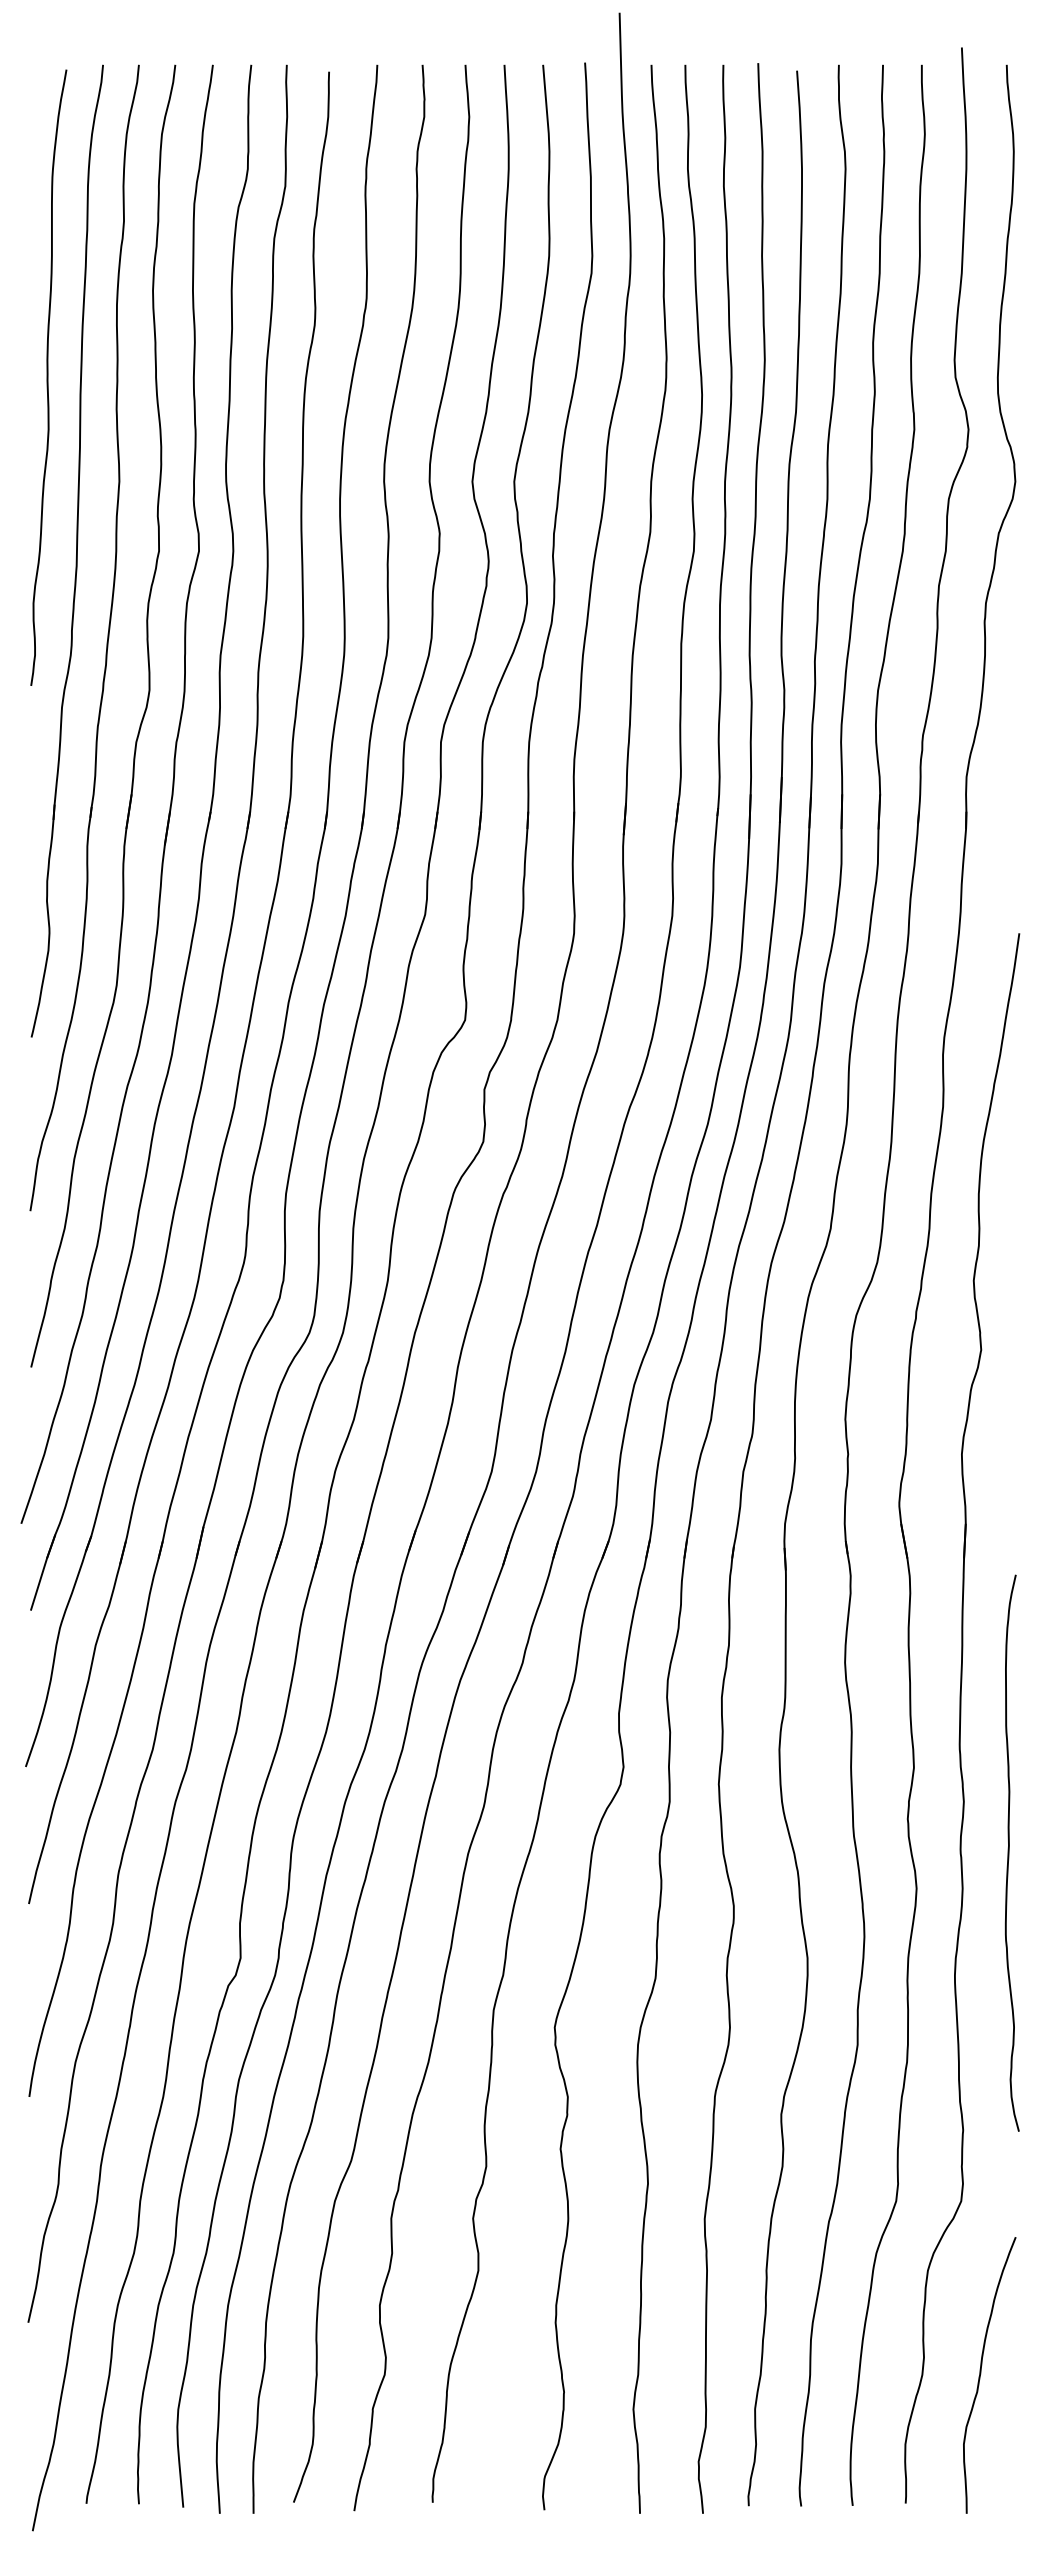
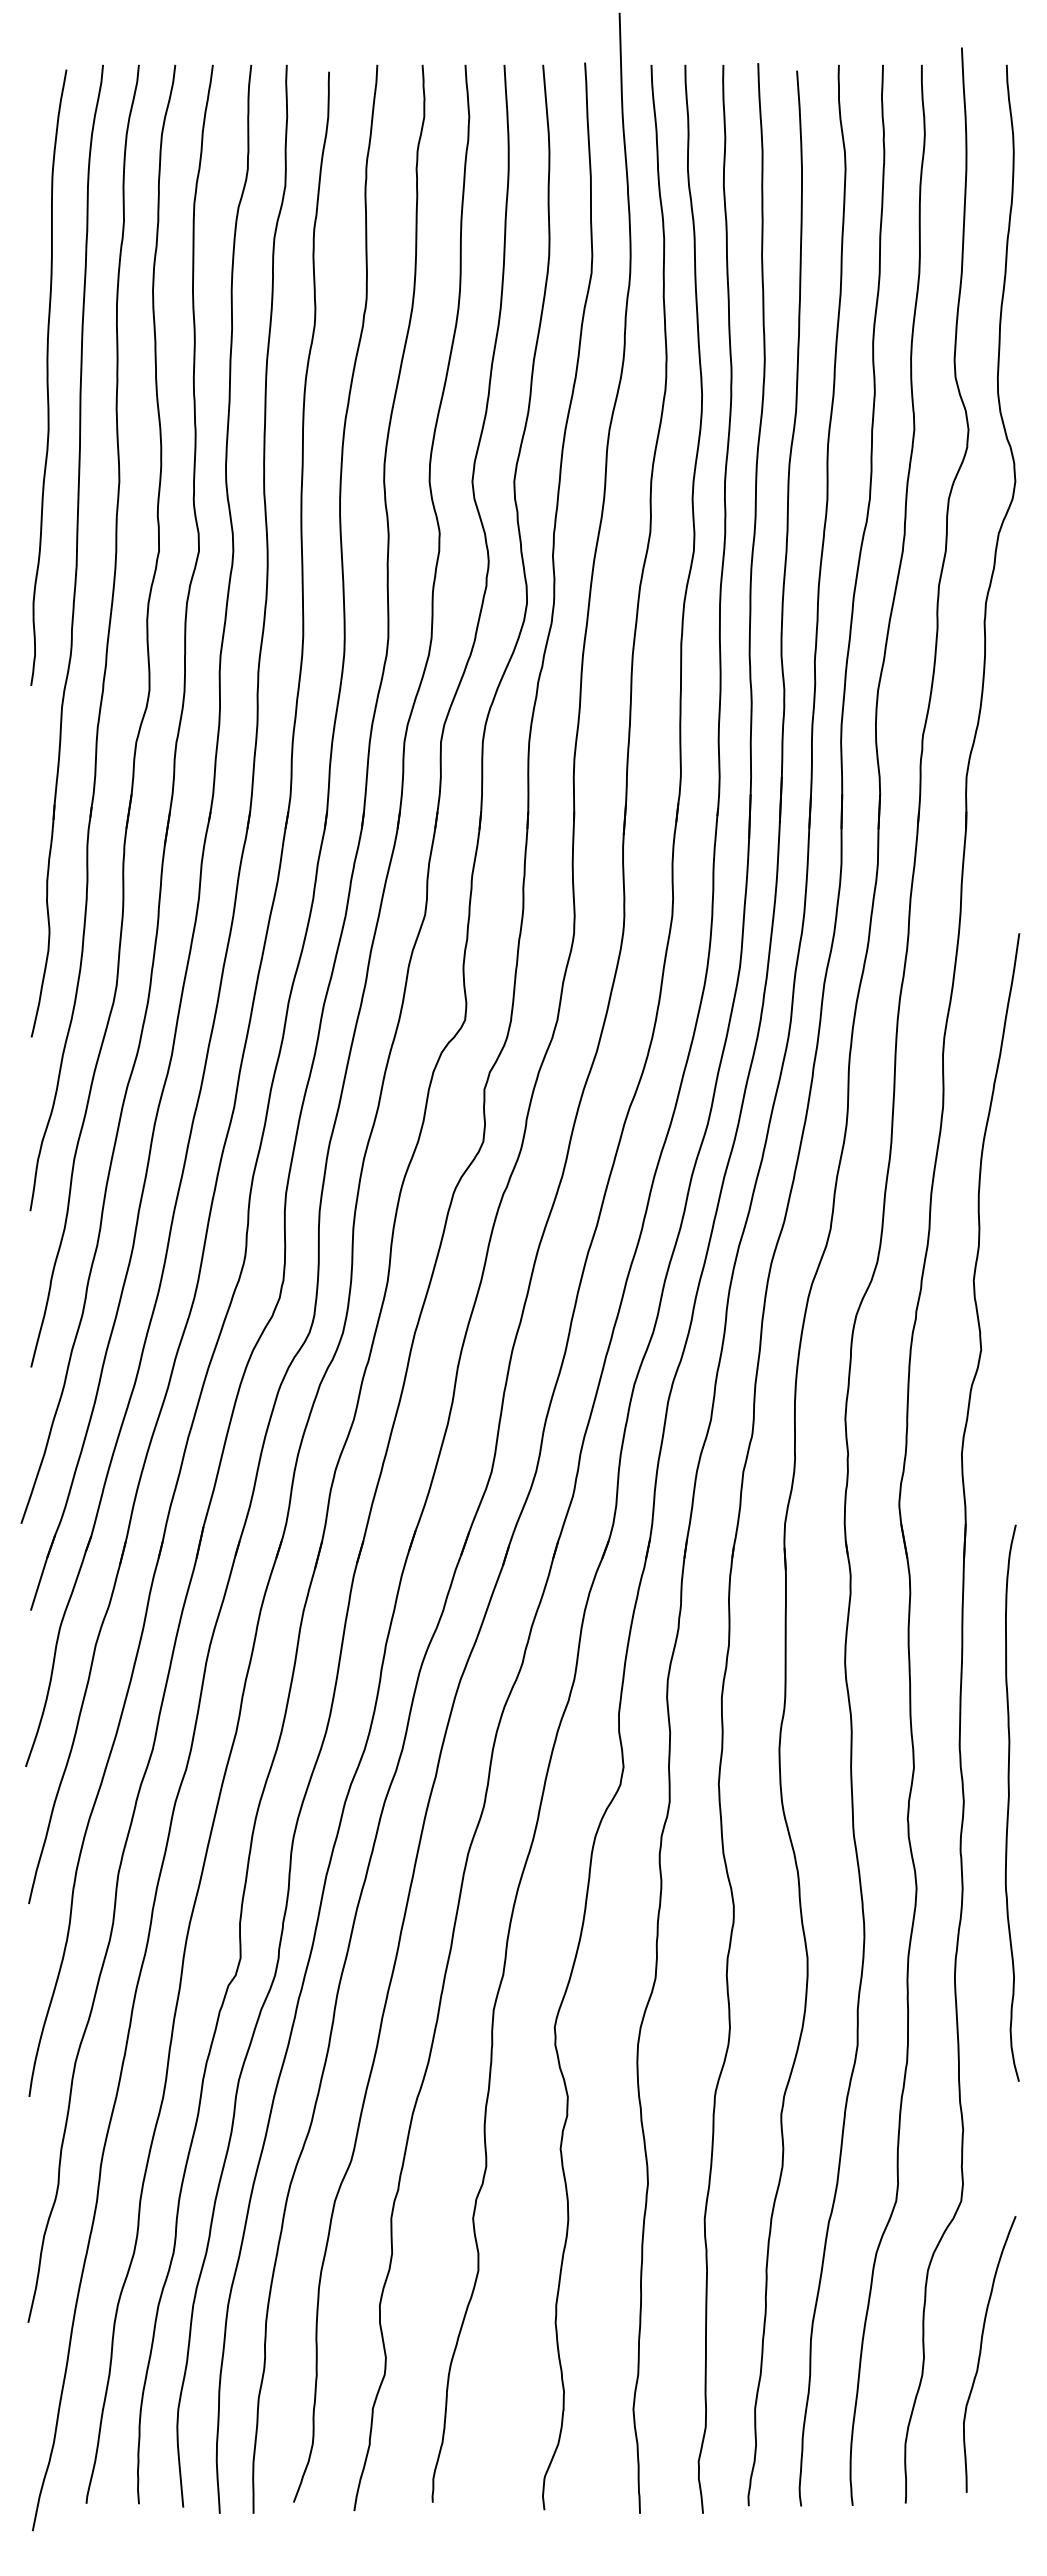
curve at (1009, 1852) position: (1009, 1852) -> (1009, 1802)
curve at (981, 2374) position: (981, 2374) -> (981, 2353)
